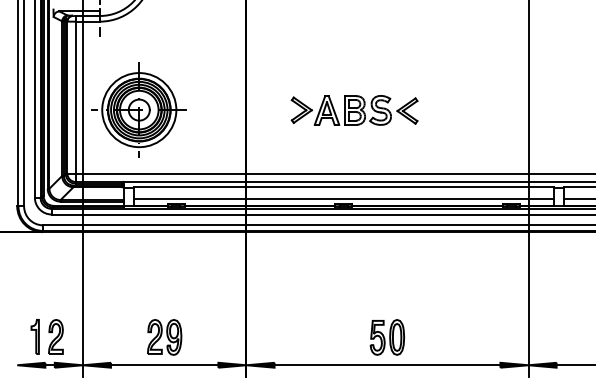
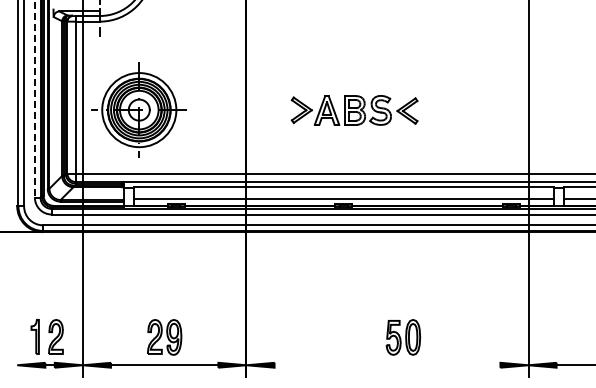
line at (34, 99): solid -> dashed
part at (387, 337) position: (387, 337) -> (403, 337)
line at (387, 365): present -> none
